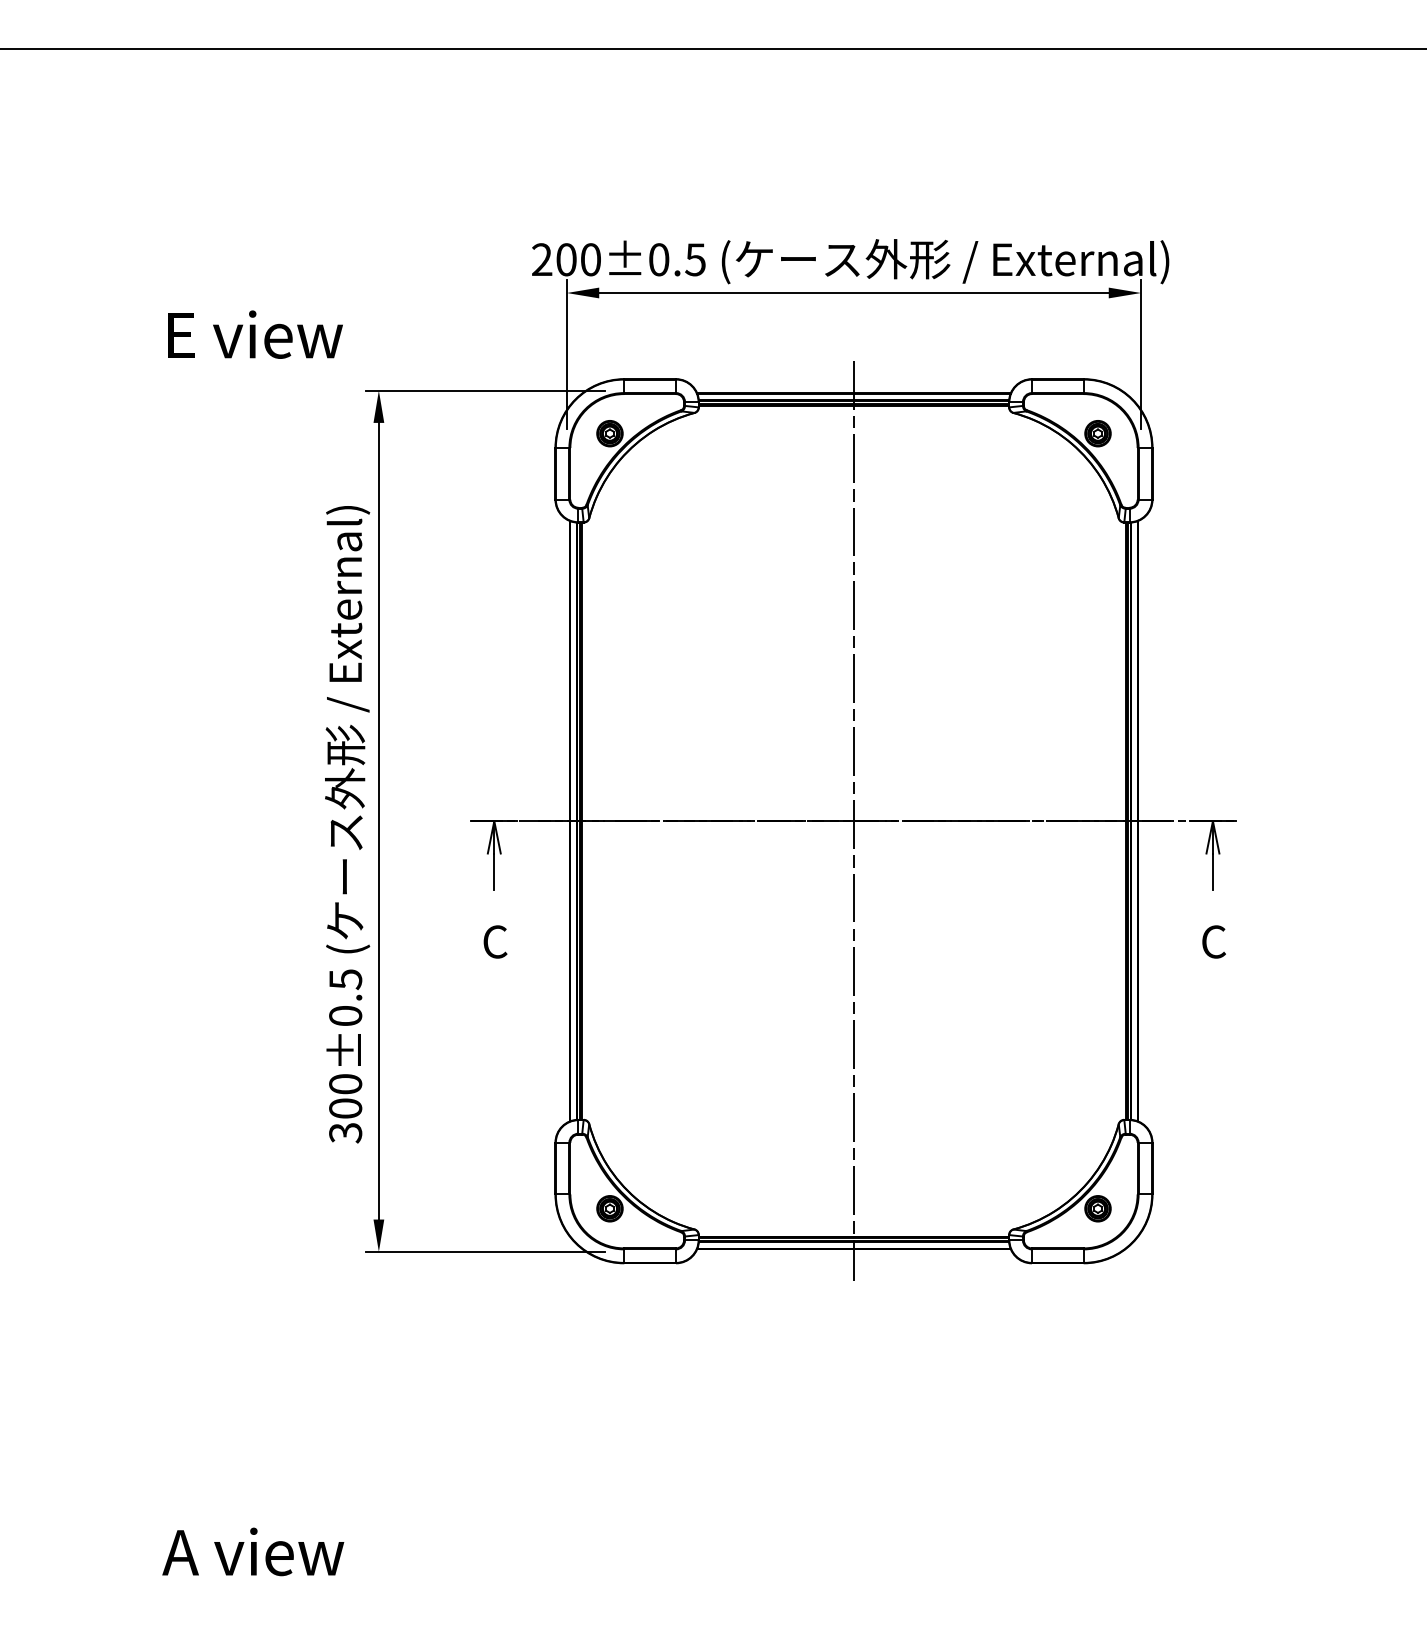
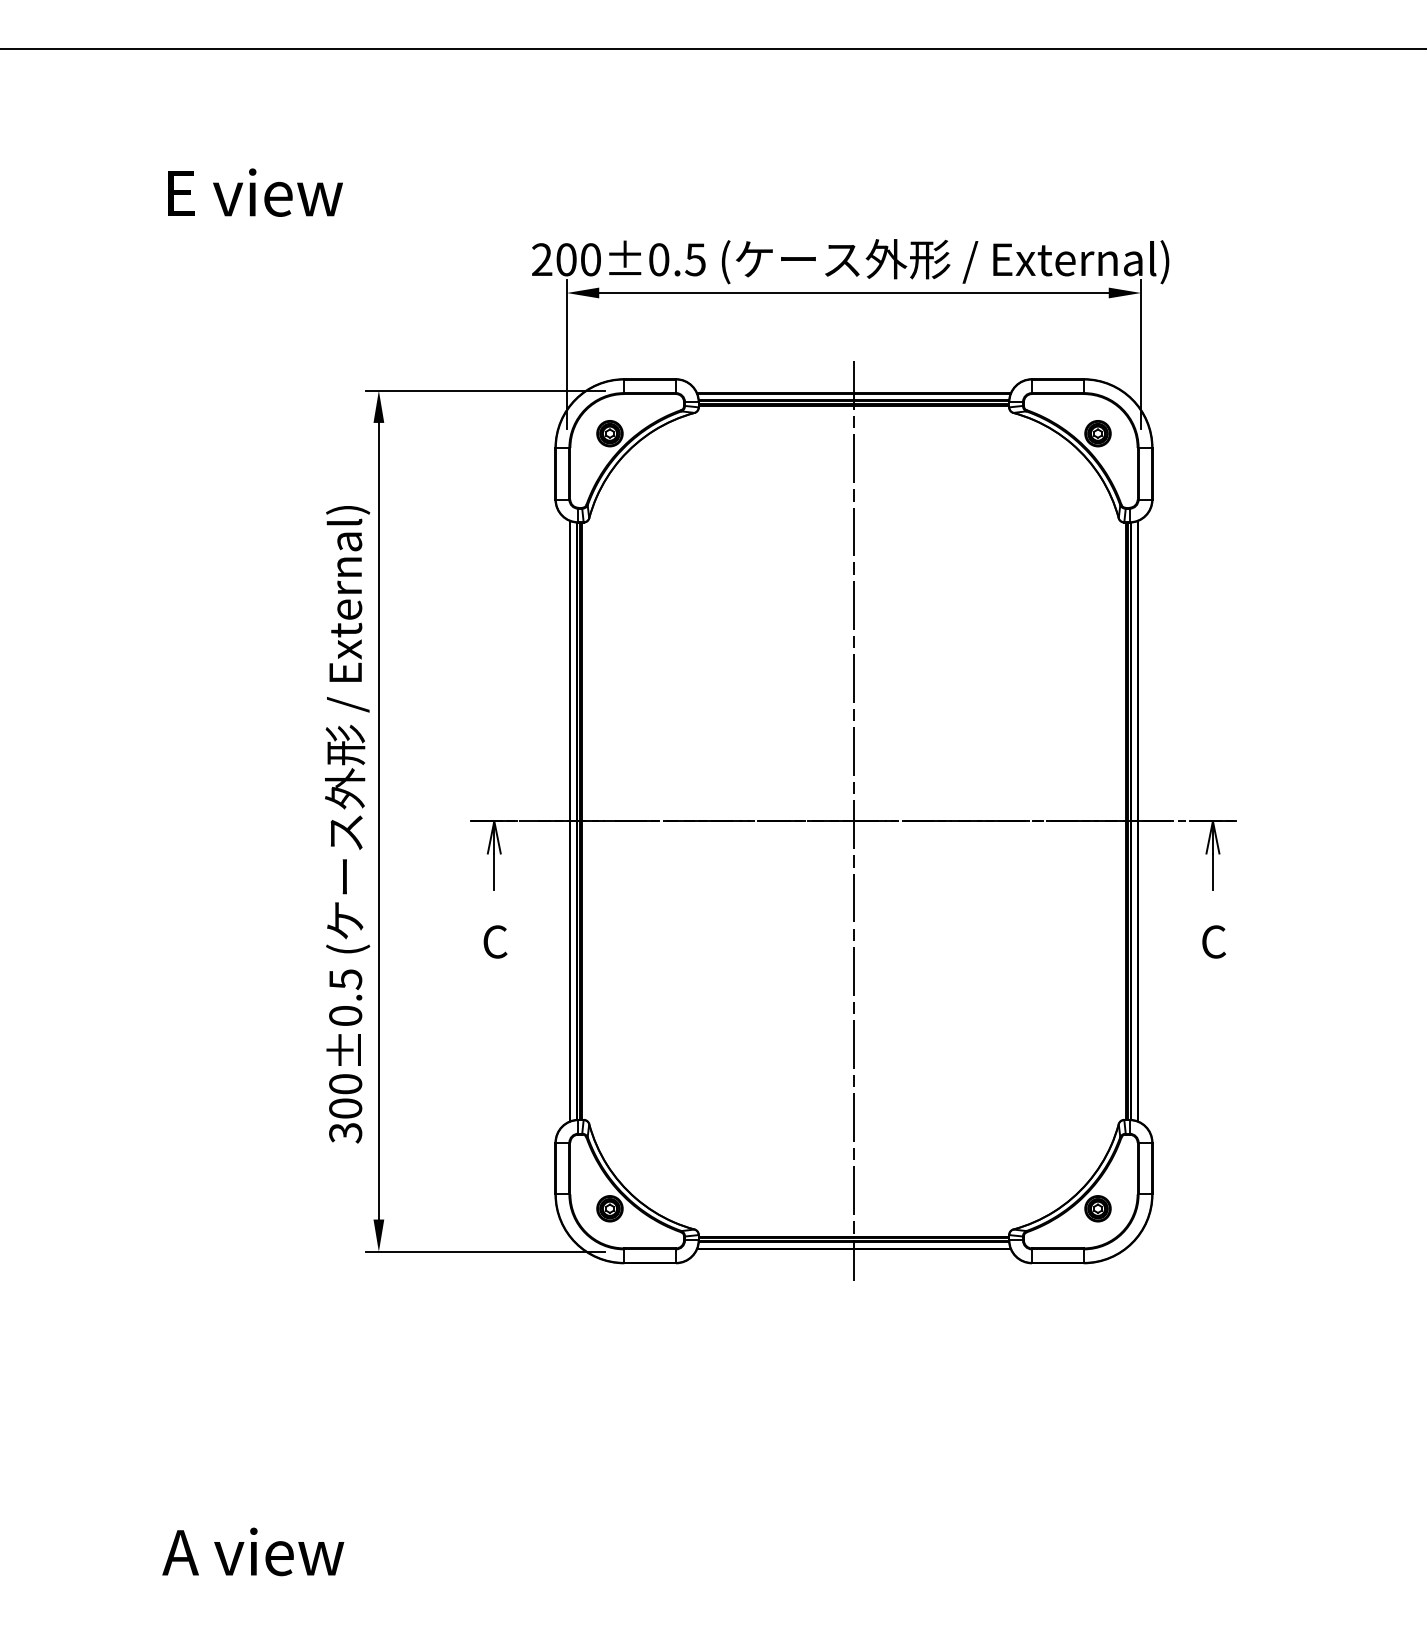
text at (255, 334) position: (255, 334) -> (255, 192)
